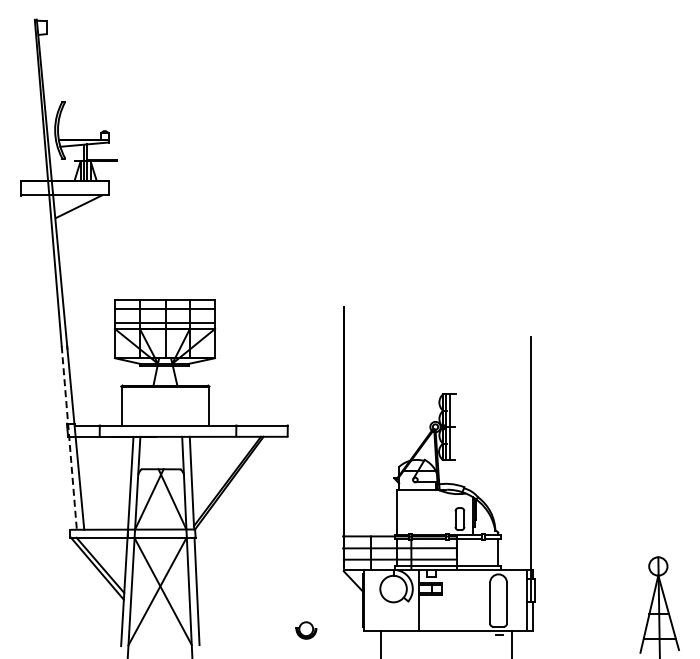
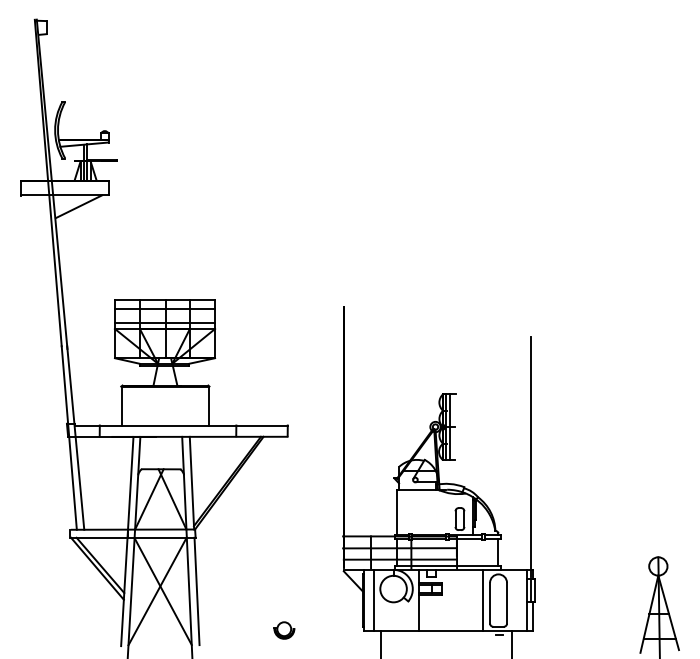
line at (69, 438): dashed -> solid
line at (374, 599): none -> present
line at (483, 599): none -> present
part at (306, 630) position: (306, 630) -> (284, 630)
